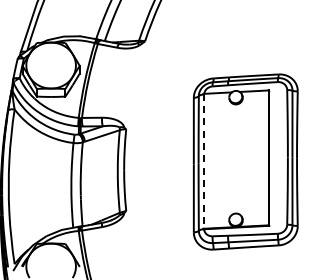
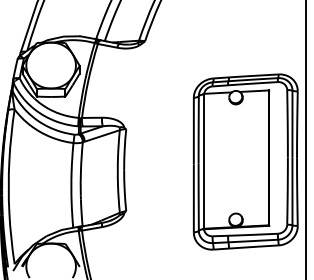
line at (306, 139): none -> present
line at (203, 161): dashed -> solid
